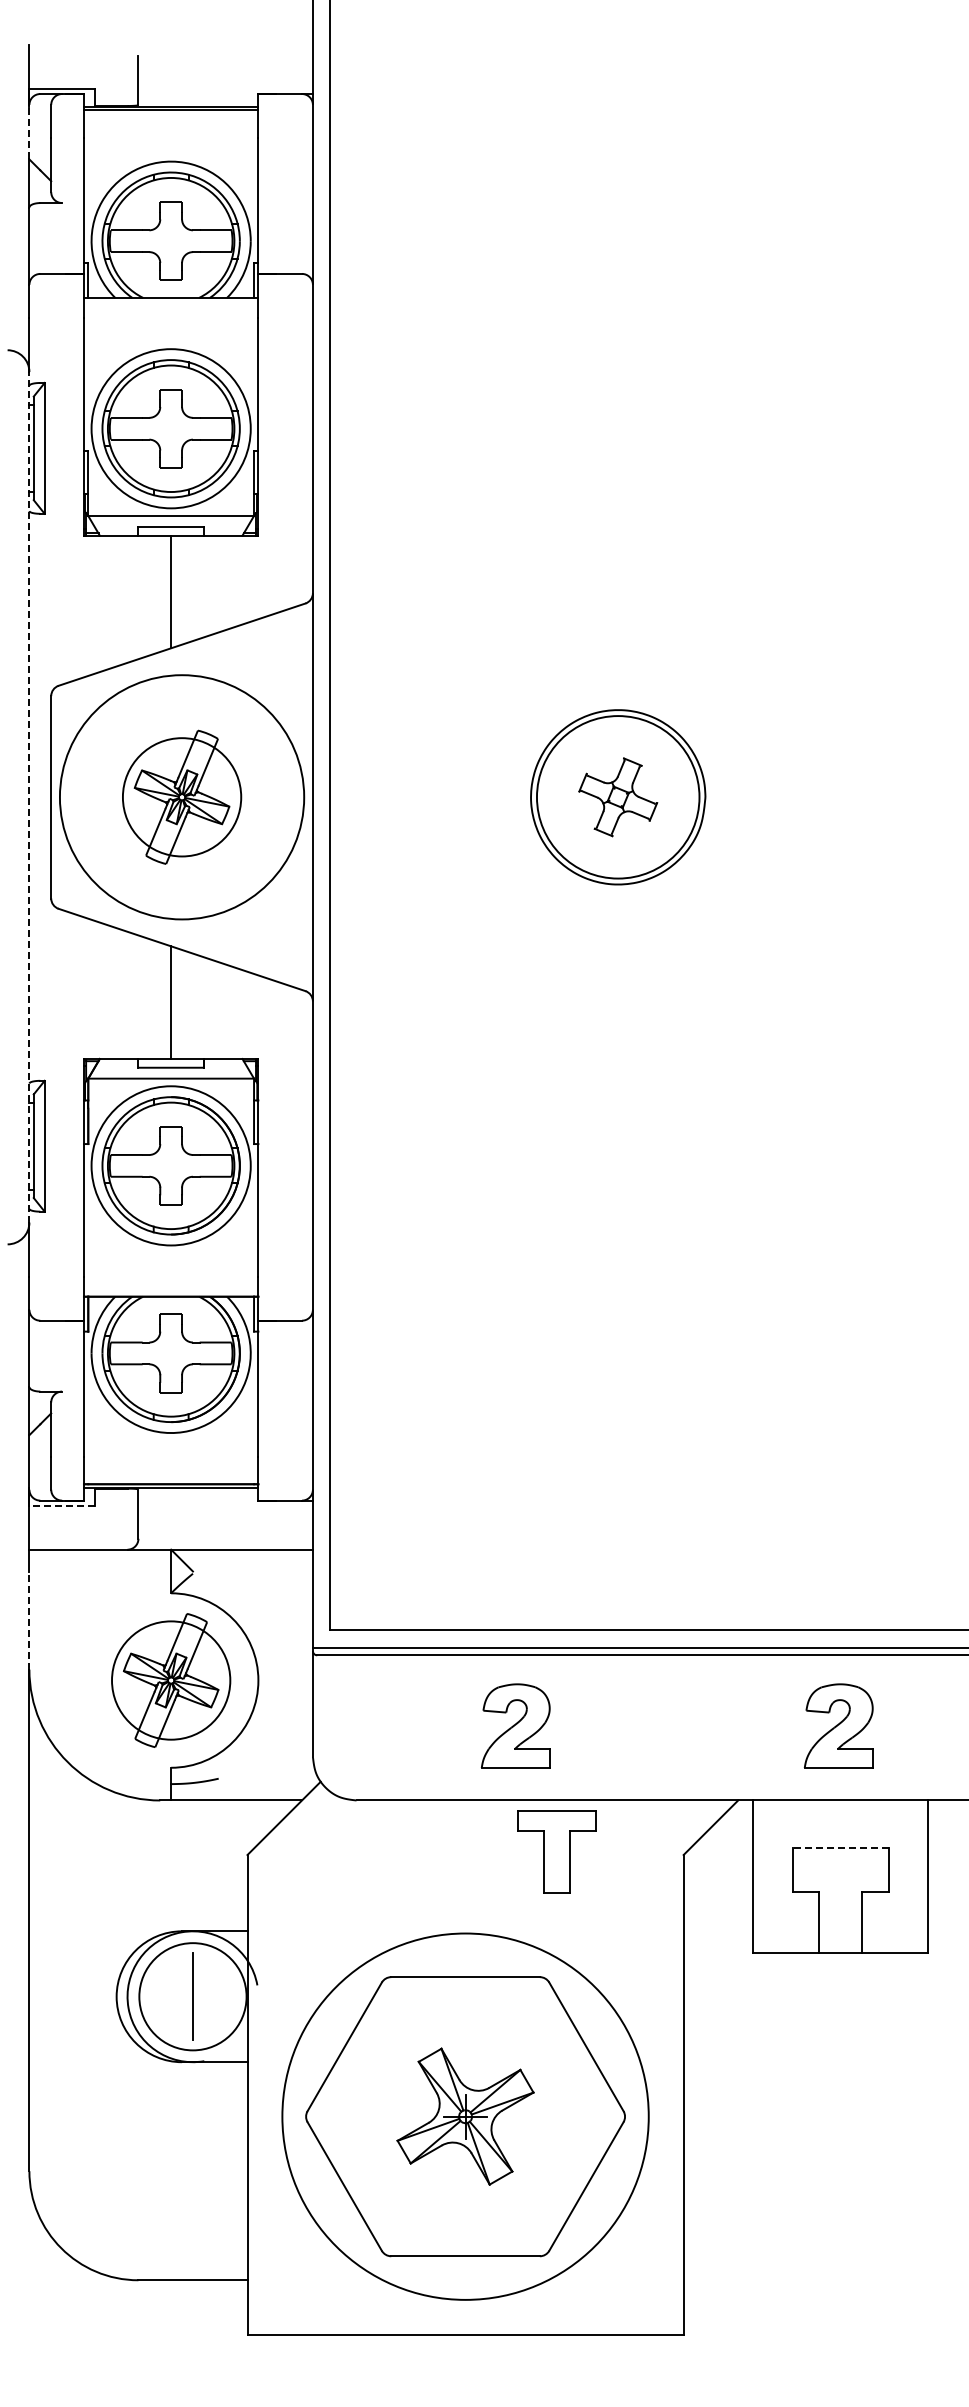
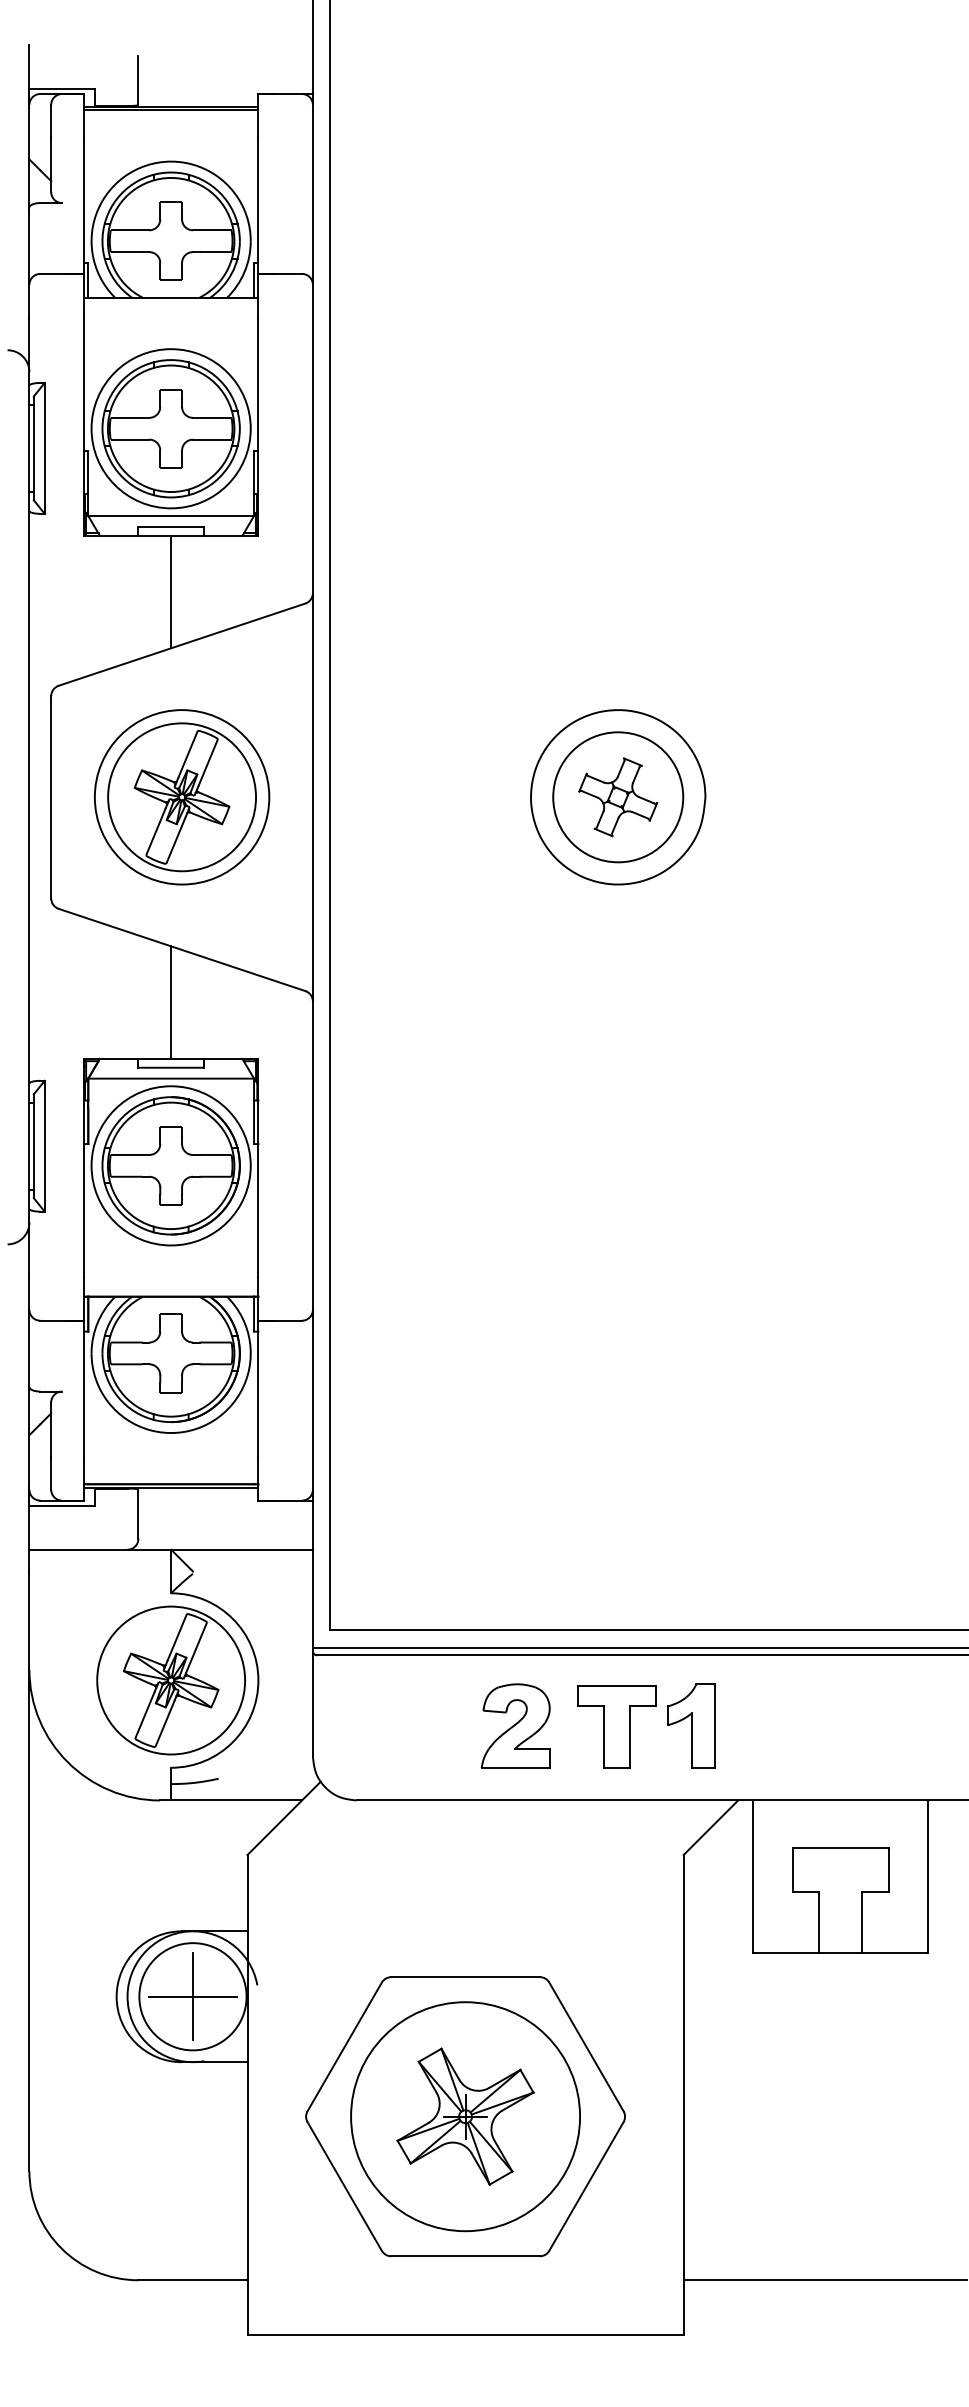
line at (29, 132): dashed -> solid
line at (29, 796): dashed -> solid
circle at (181, 797) diameter: 118 px -> 148 px
circle at (181, 797) diameter: 244 px -> 174 px
circle at (617, 797) diameter: 163 px -> 130 px
line at (62, 1506): dashed -> solid
line at (29, 1620): dashed -> solid
circle at (171, 1680) diameter: 118 px -> 148 px
part at (691, 1725): none -> present
part at (838, 1725): present -> none
line at (840, 1848): dashed -> solid
part at (556, 1851) position: (556, 1851) -> (616, 1726)
line at (192, 1996): none -> present
circle at (465, 2116) diameter: 366 px -> 229 px
line at (824, 2280): none -> present
